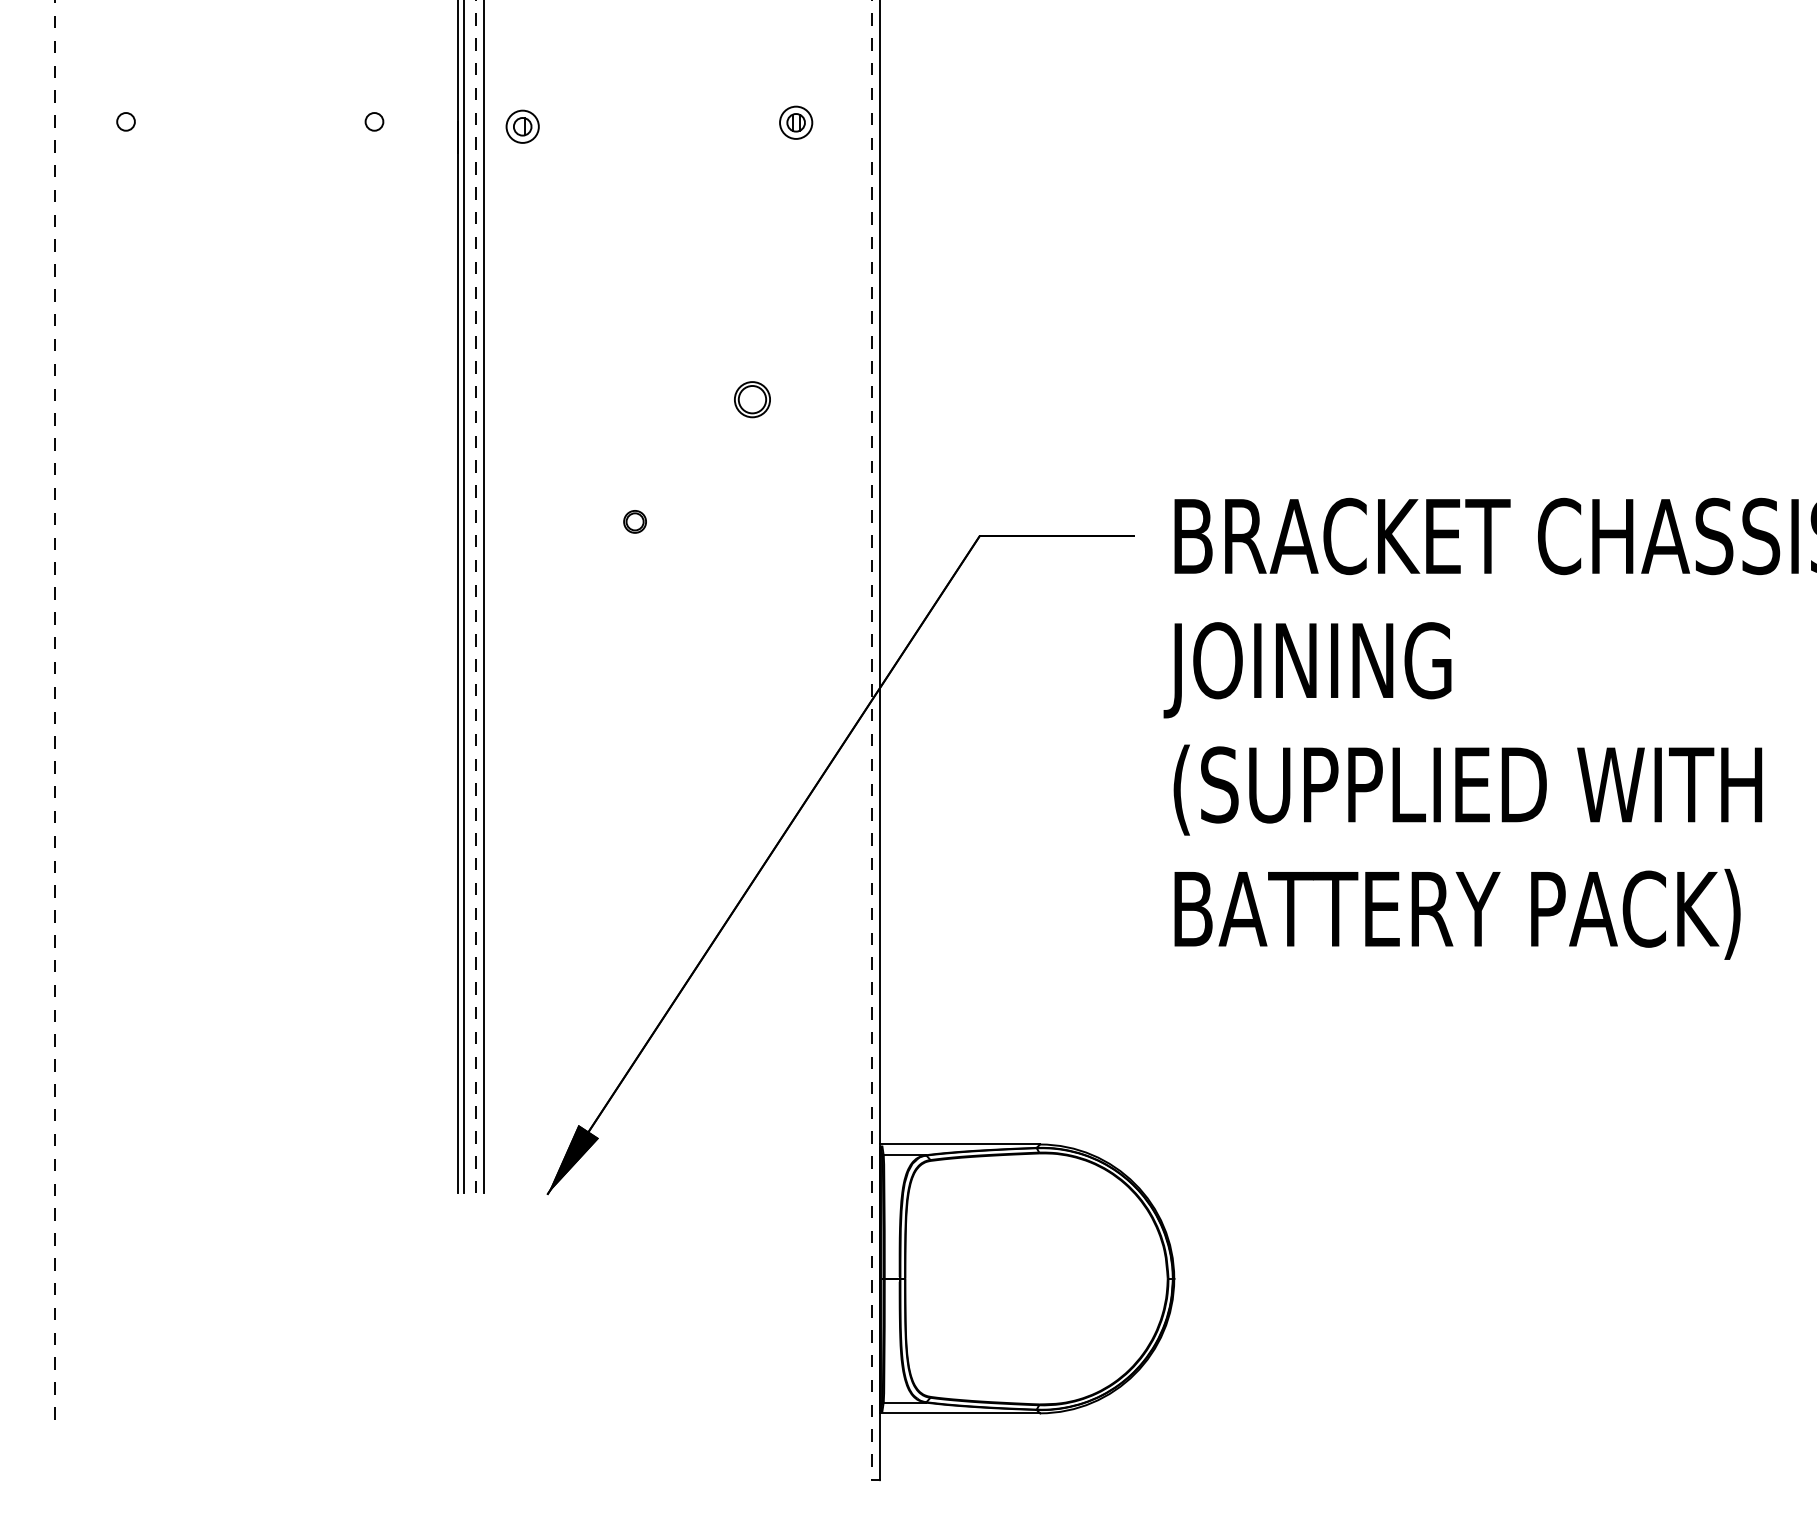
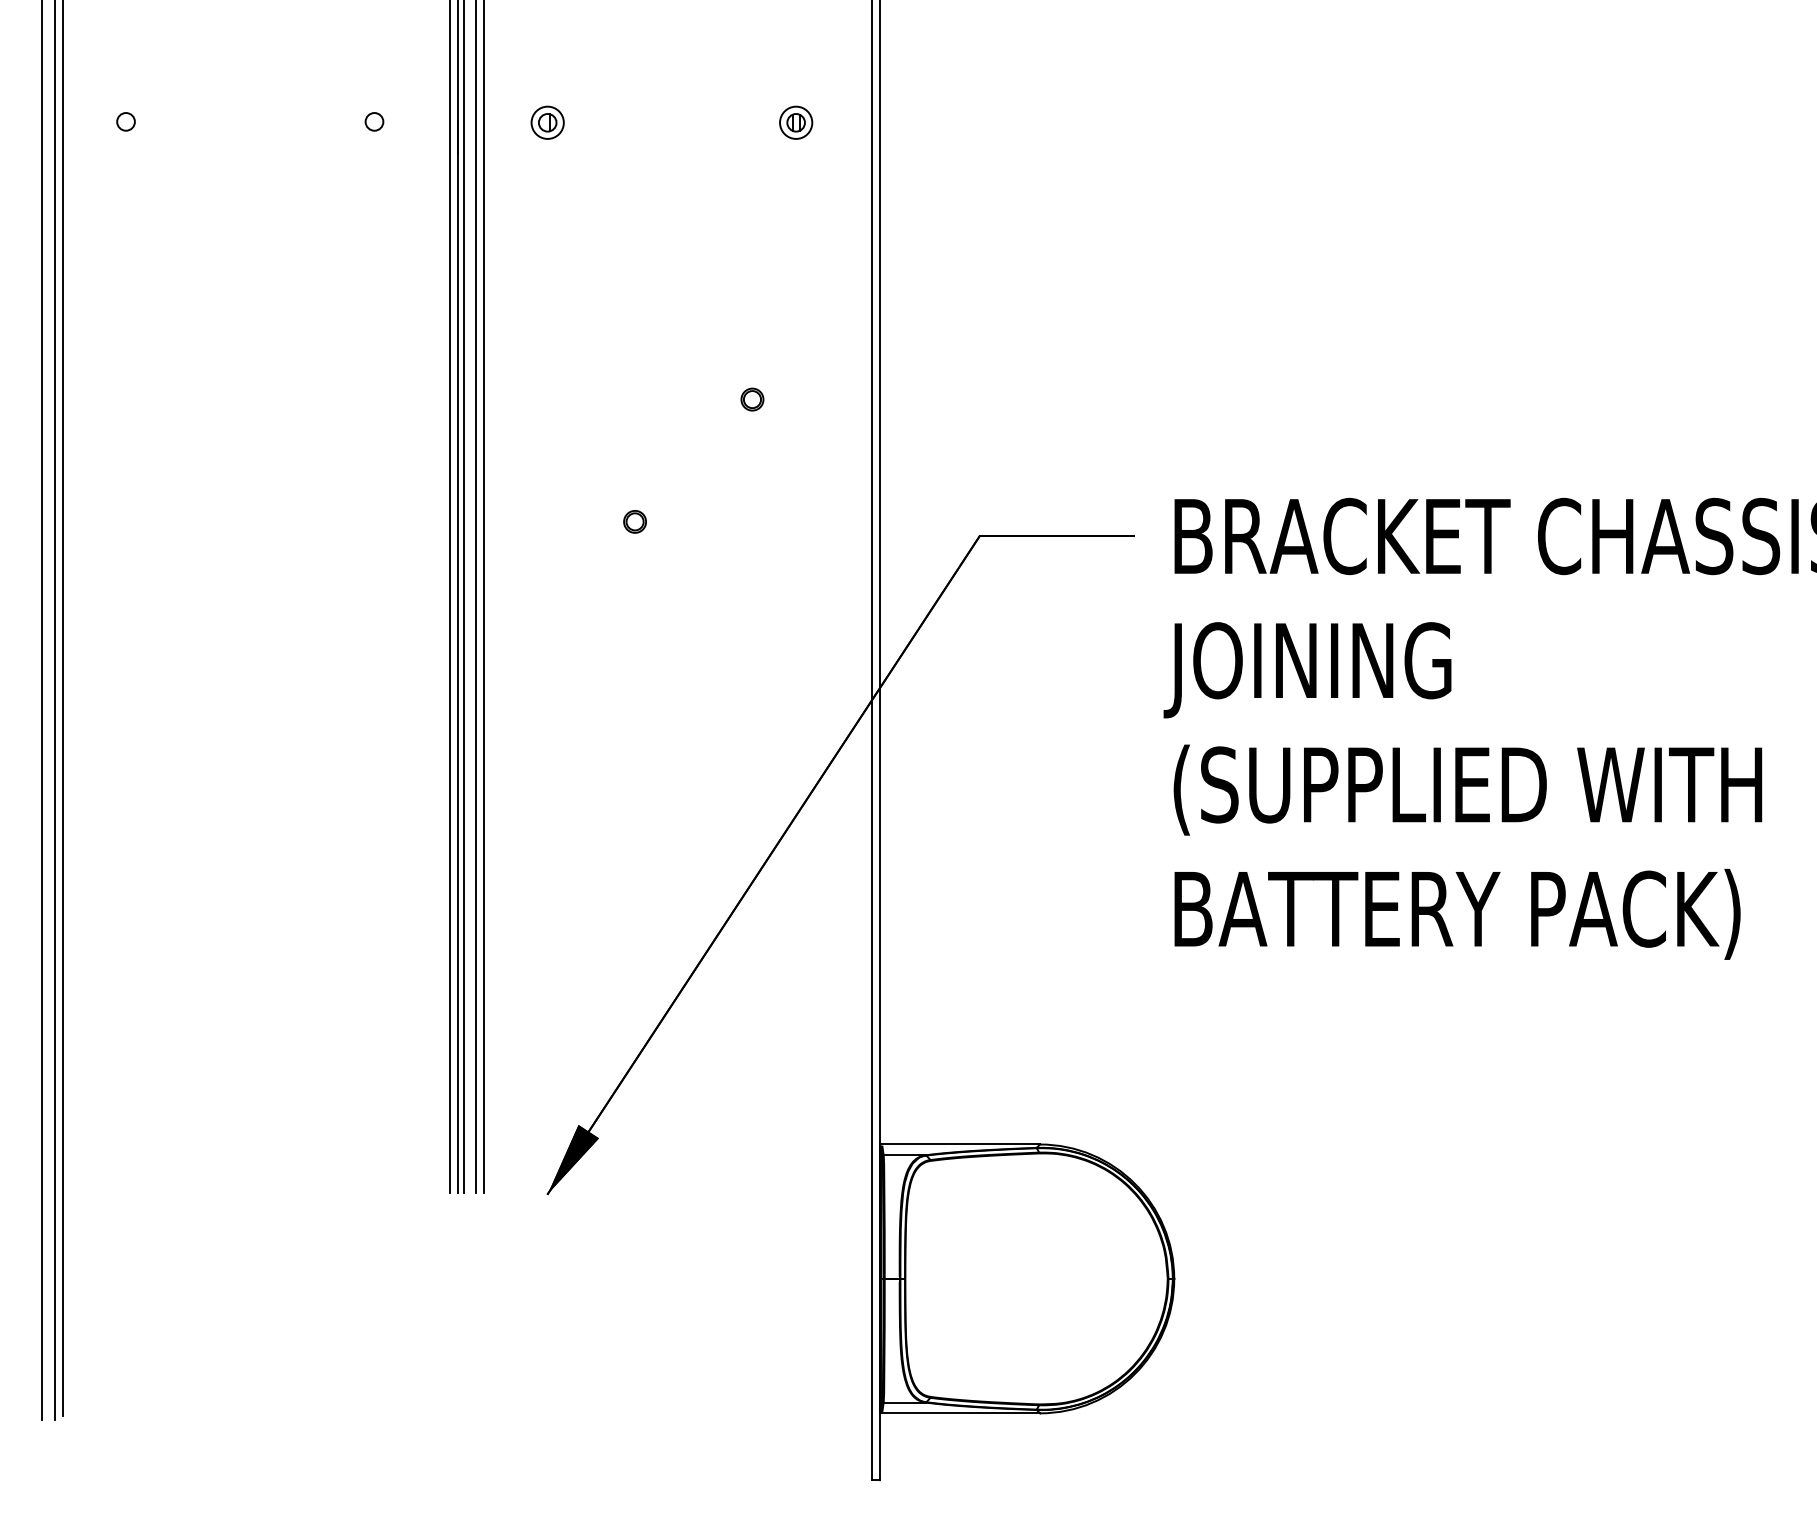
part at (522, 126) position: (522, 126) -> (547, 122)
part at (752, 399) size: 37x38 px -> 25x25 px
line at (476, 596): dashed -> solid
line at (449, 597): none -> present
line at (54, 709): dashed -> solid
line at (62, 709): none -> present
line at (42, 710): none -> present
line at (871, 740): dashed -> solid
